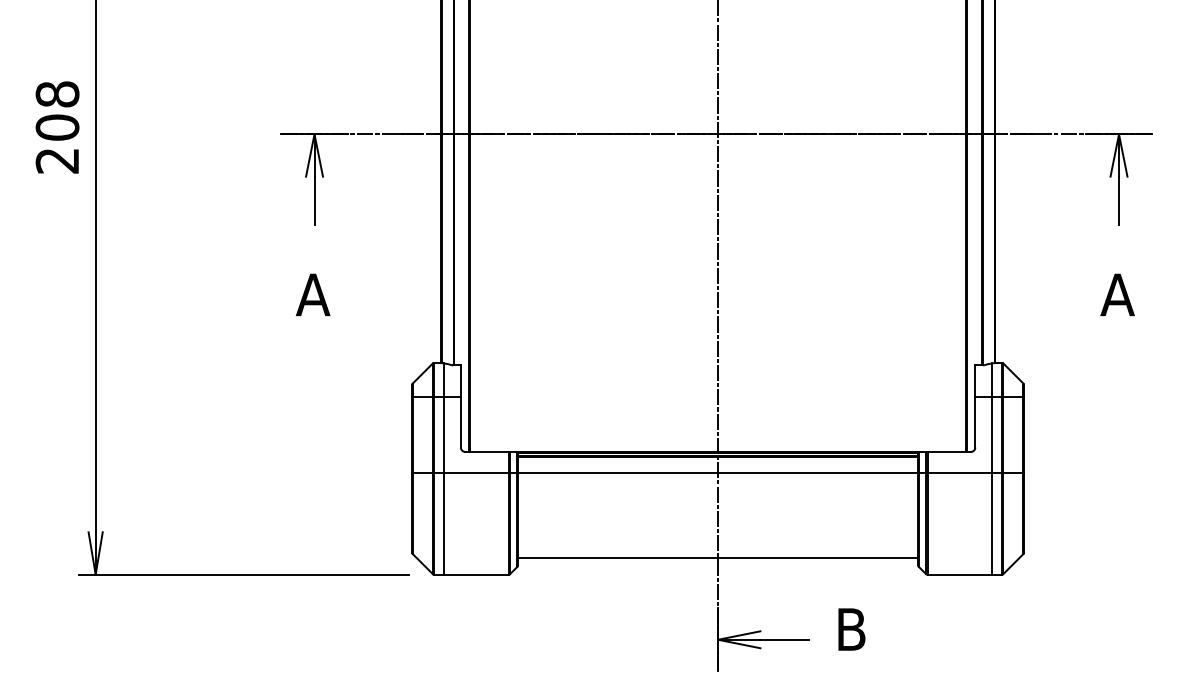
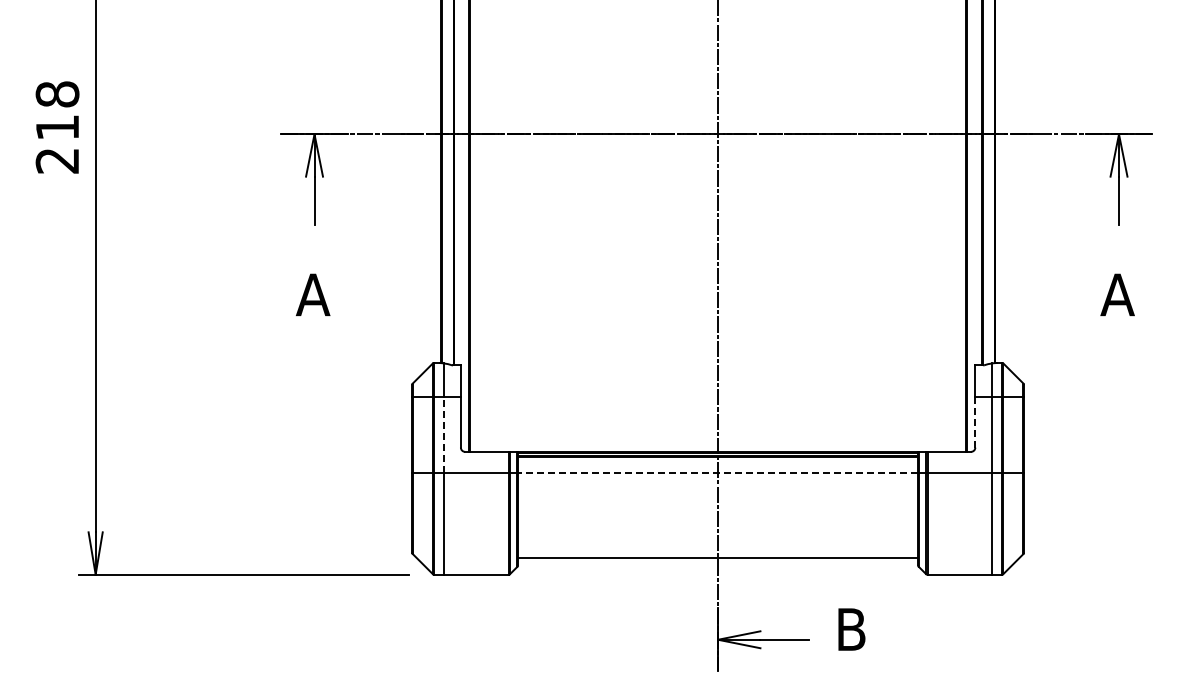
text at (57, 127): 208 -> 218
line at (975, 422): solid -> dashed
line at (443, 434): solid -> dashed
line at (717, 473): solid -> dashed
